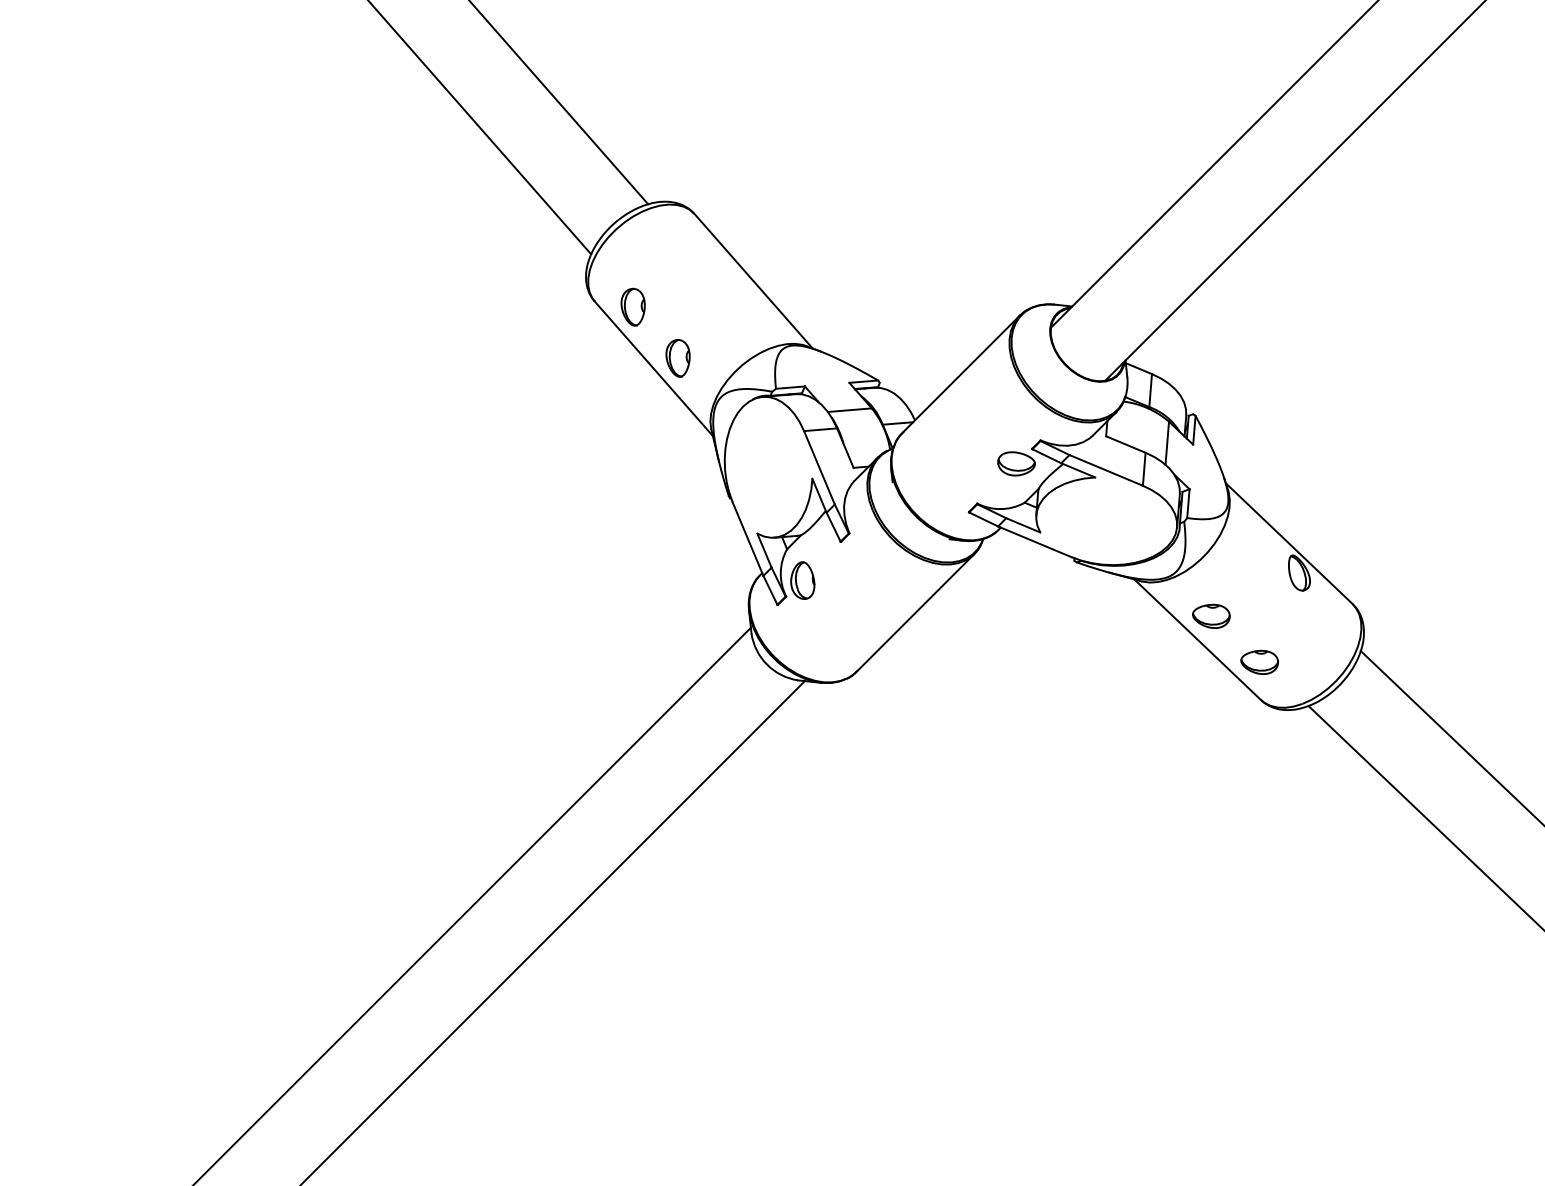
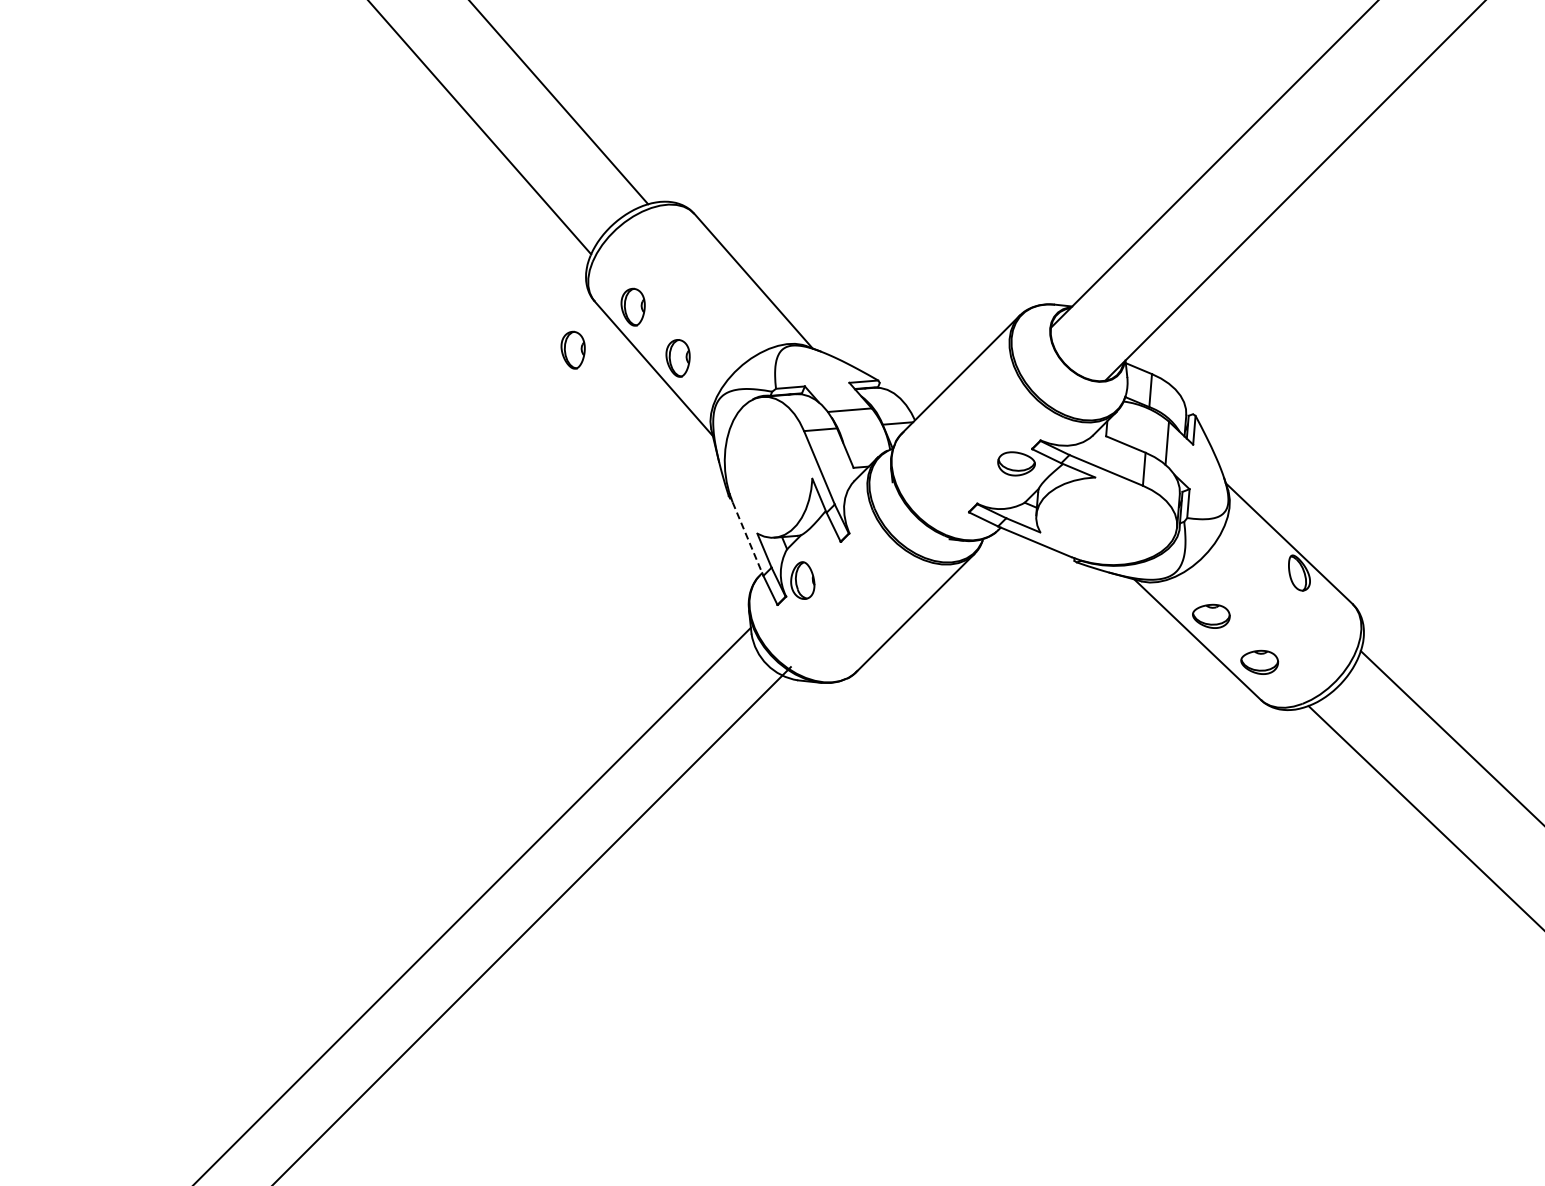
part at (572, 349): none -> present
line at (748, 539): solid -> dashed
line at (553, 931) position: (553, 931) -> (532, 924)
